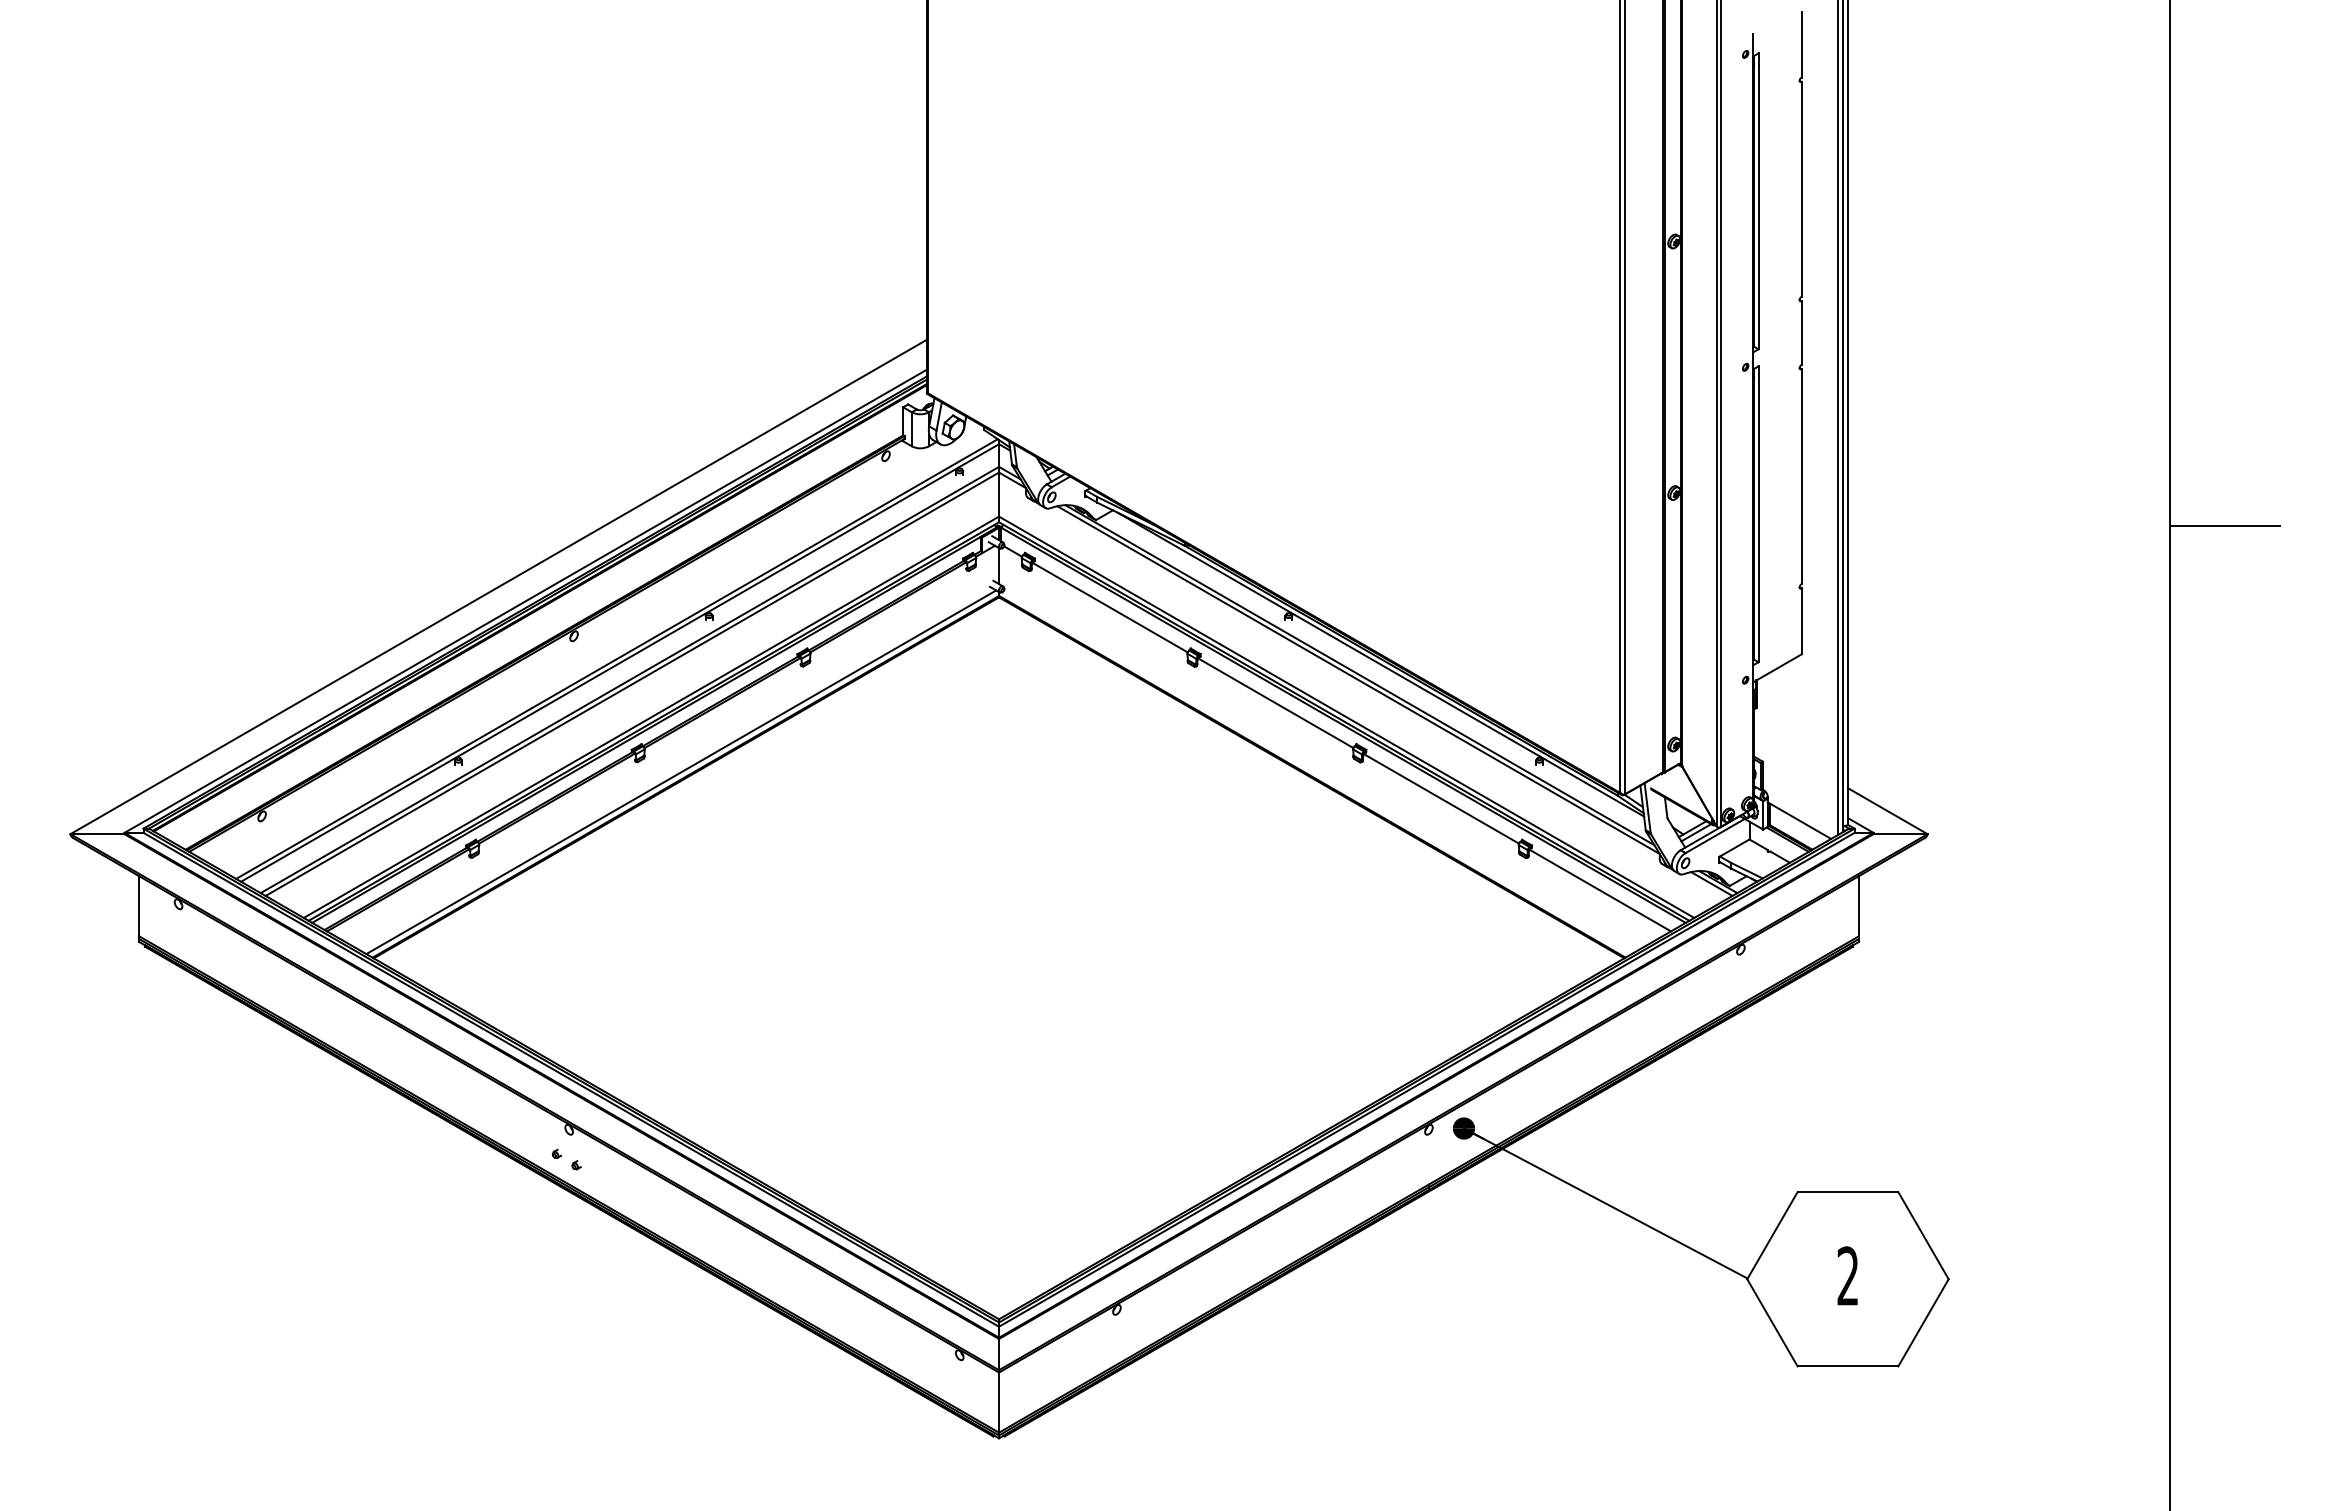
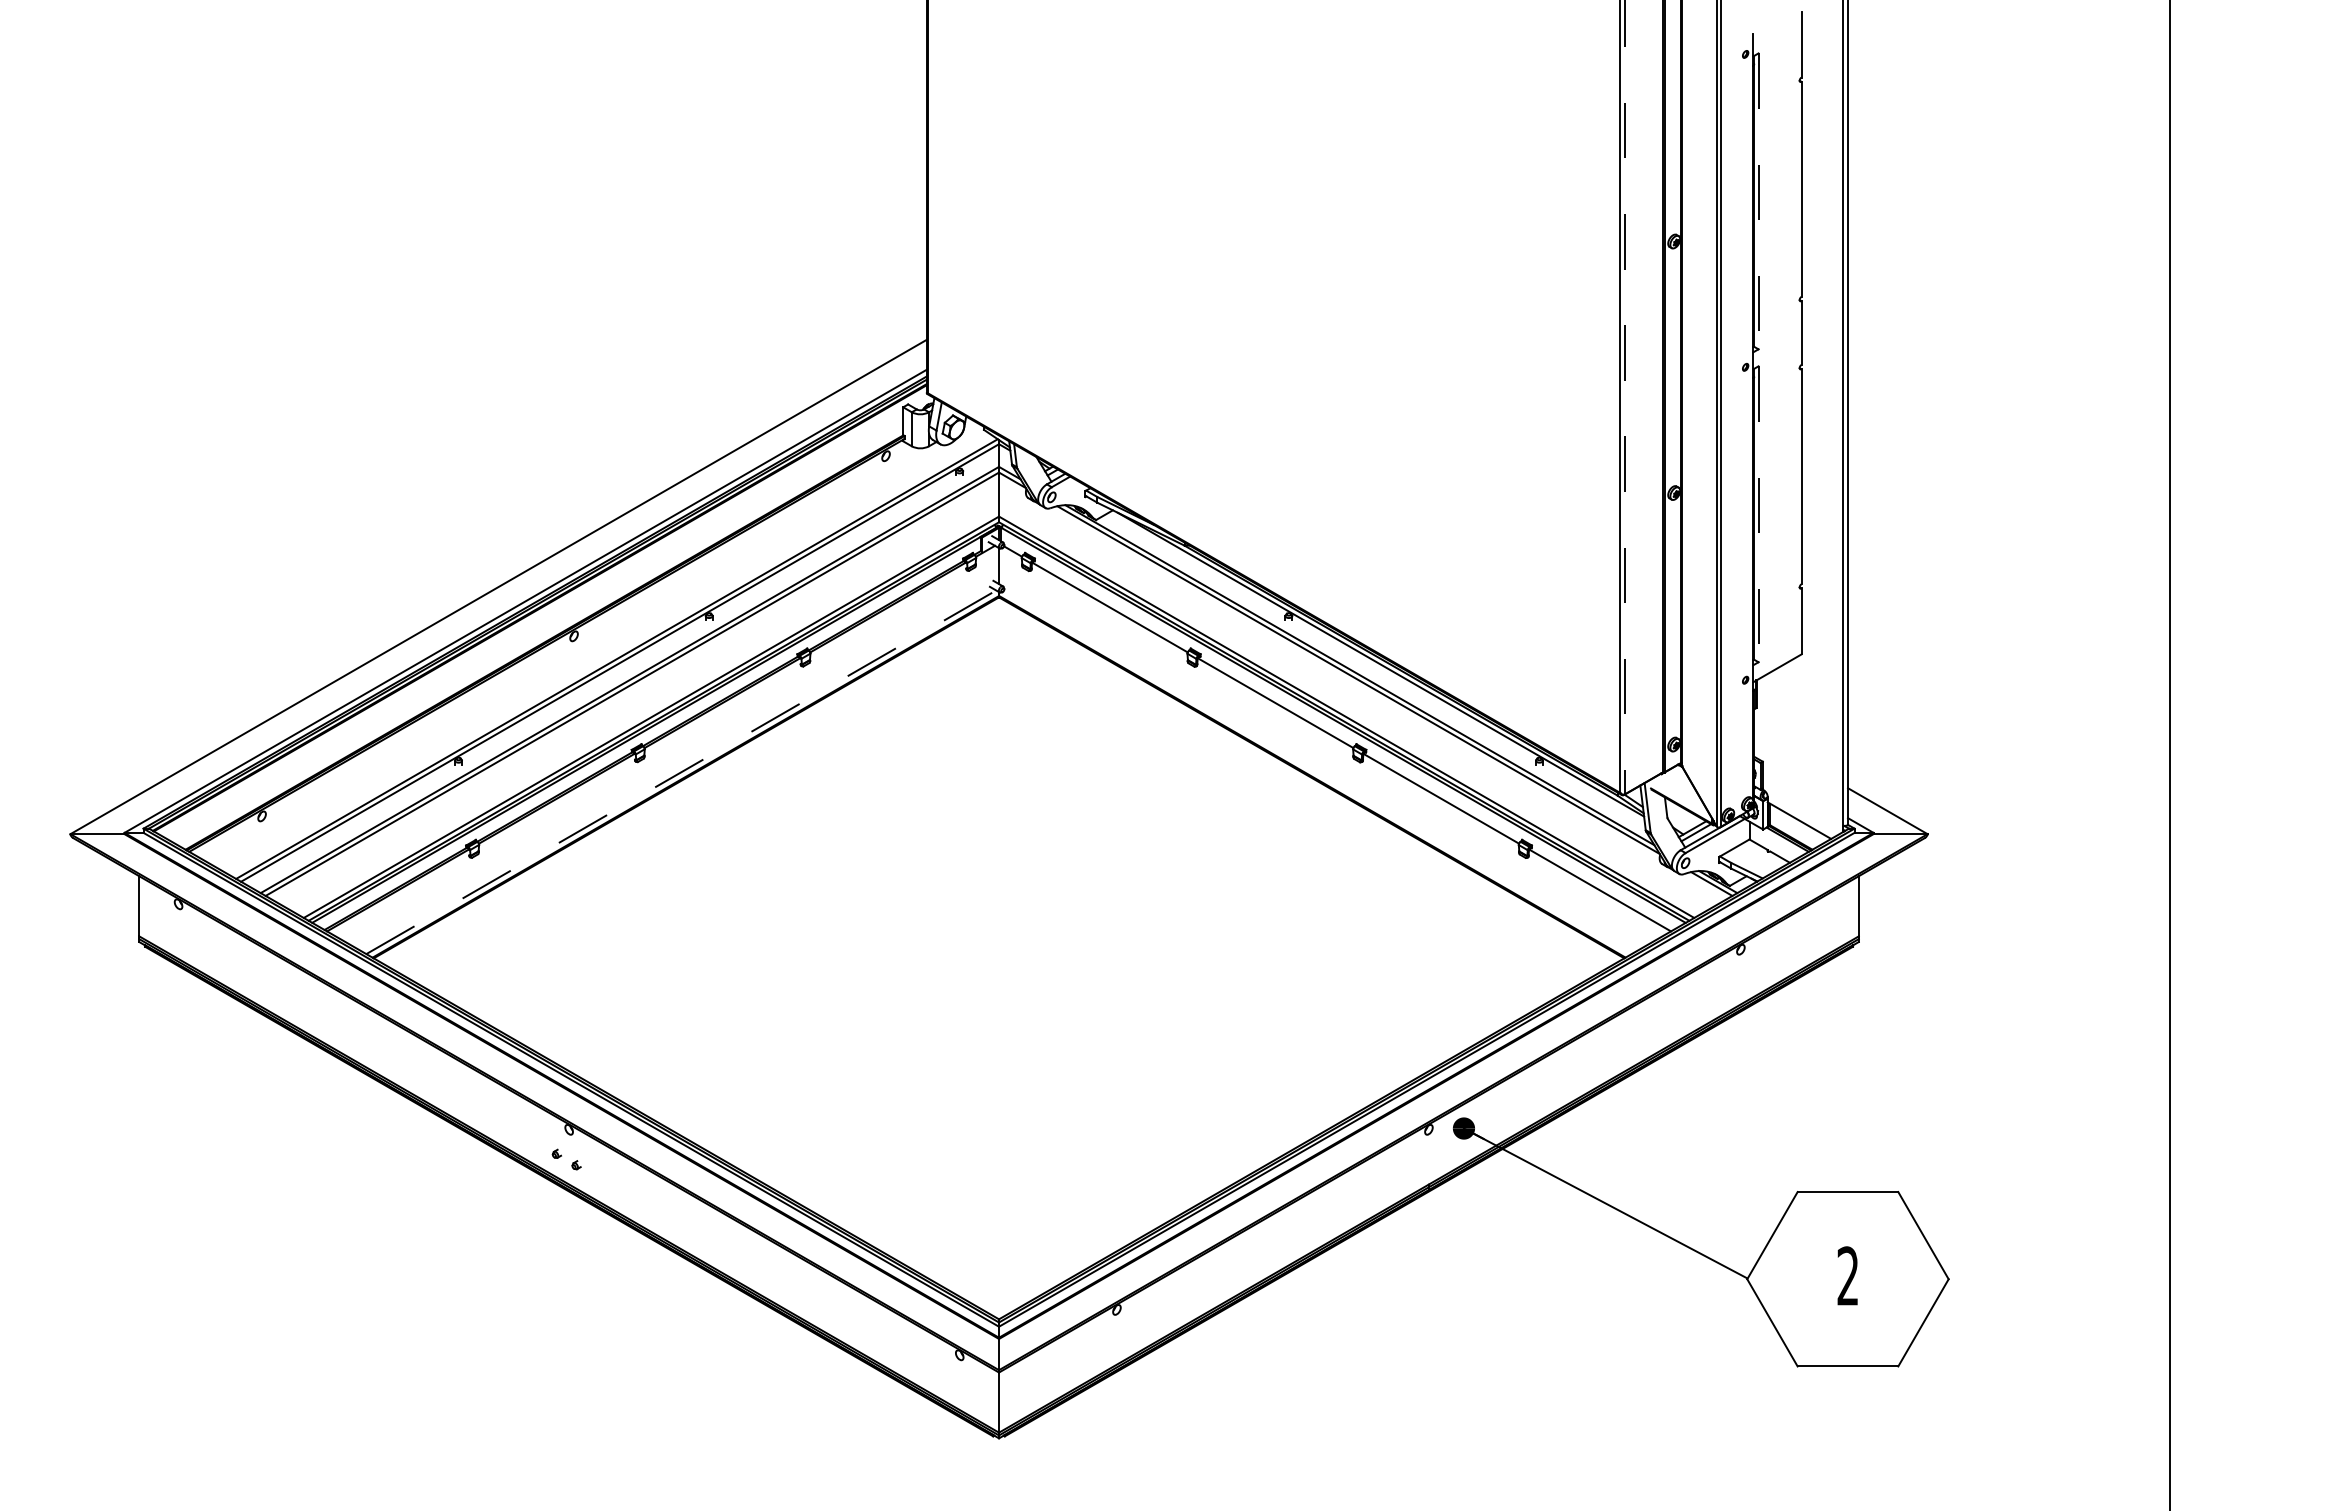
line at (1758, 201): solid -> dashed
line at (1625, 397): solid -> dashed
line at (1838, 418): present -> none
line at (1758, 514): solid -> dashed
line at (2224, 526): present -> none
line at (681, 772): solid -> dashed
